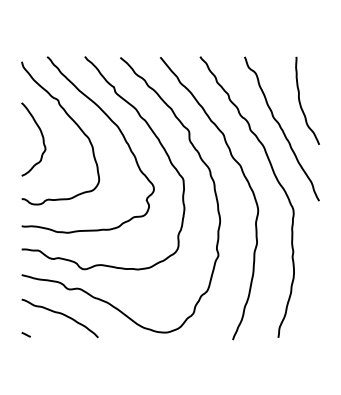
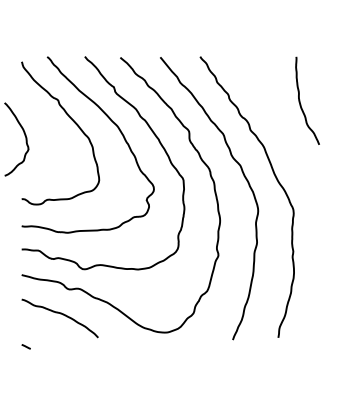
curve at (281, 128): present -> none
curve at (41, 135) position: (41, 135) -> (24, 135)
curve at (25, 334) position: (25, 334) -> (25, 346)
